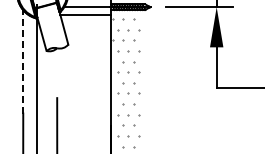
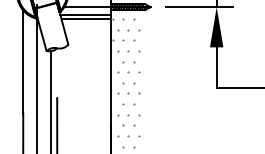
line at (85, 19): none -> present
line at (23, 61): dashed -> solid
line at (50, 100): none -> present
